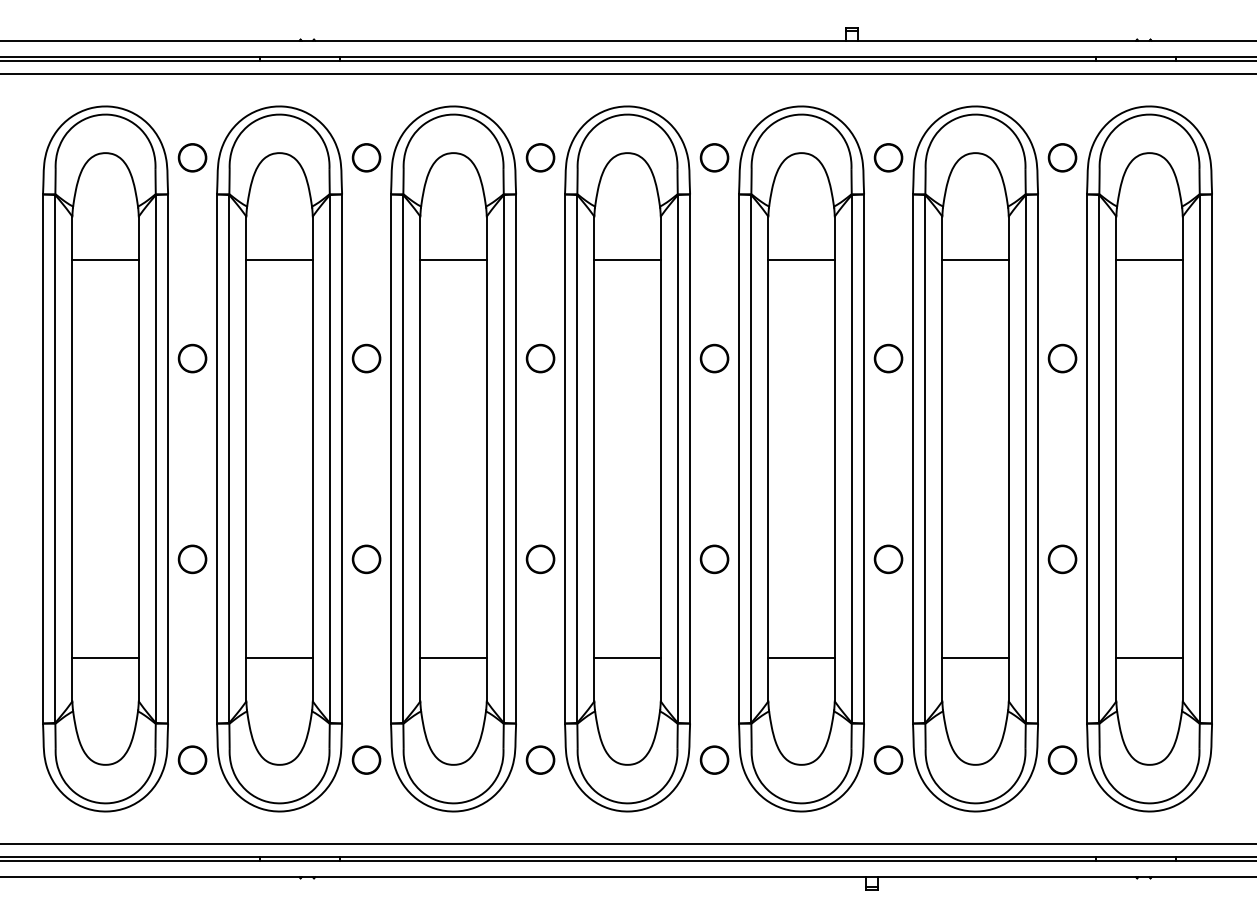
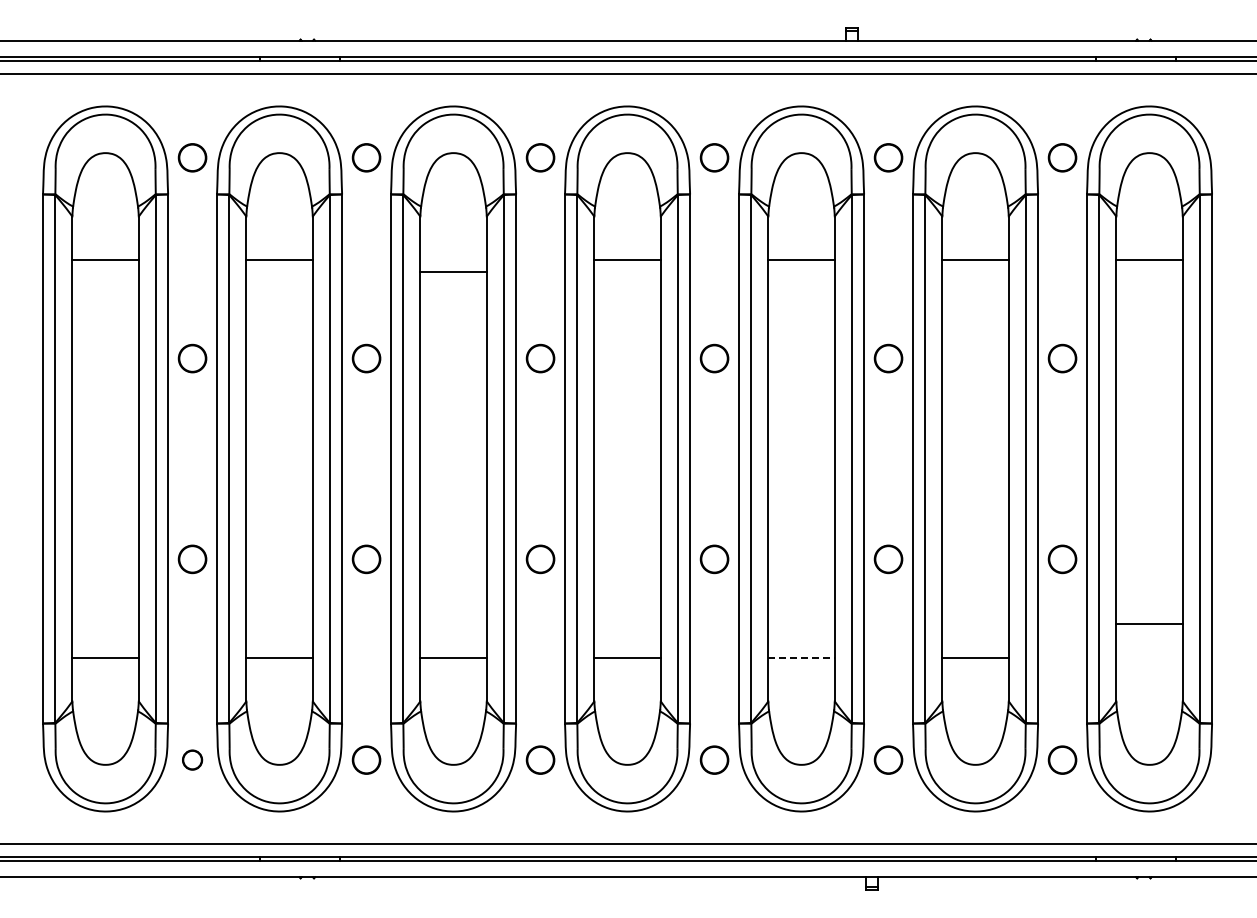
line at (453, 259) position: (453, 259) -> (453, 271)
line at (802, 658): solid -> dashed
line at (1149, 658) position: (1149, 658) -> (1149, 624)
part at (192, 759) size: 31x30 px -> 22x22 px
